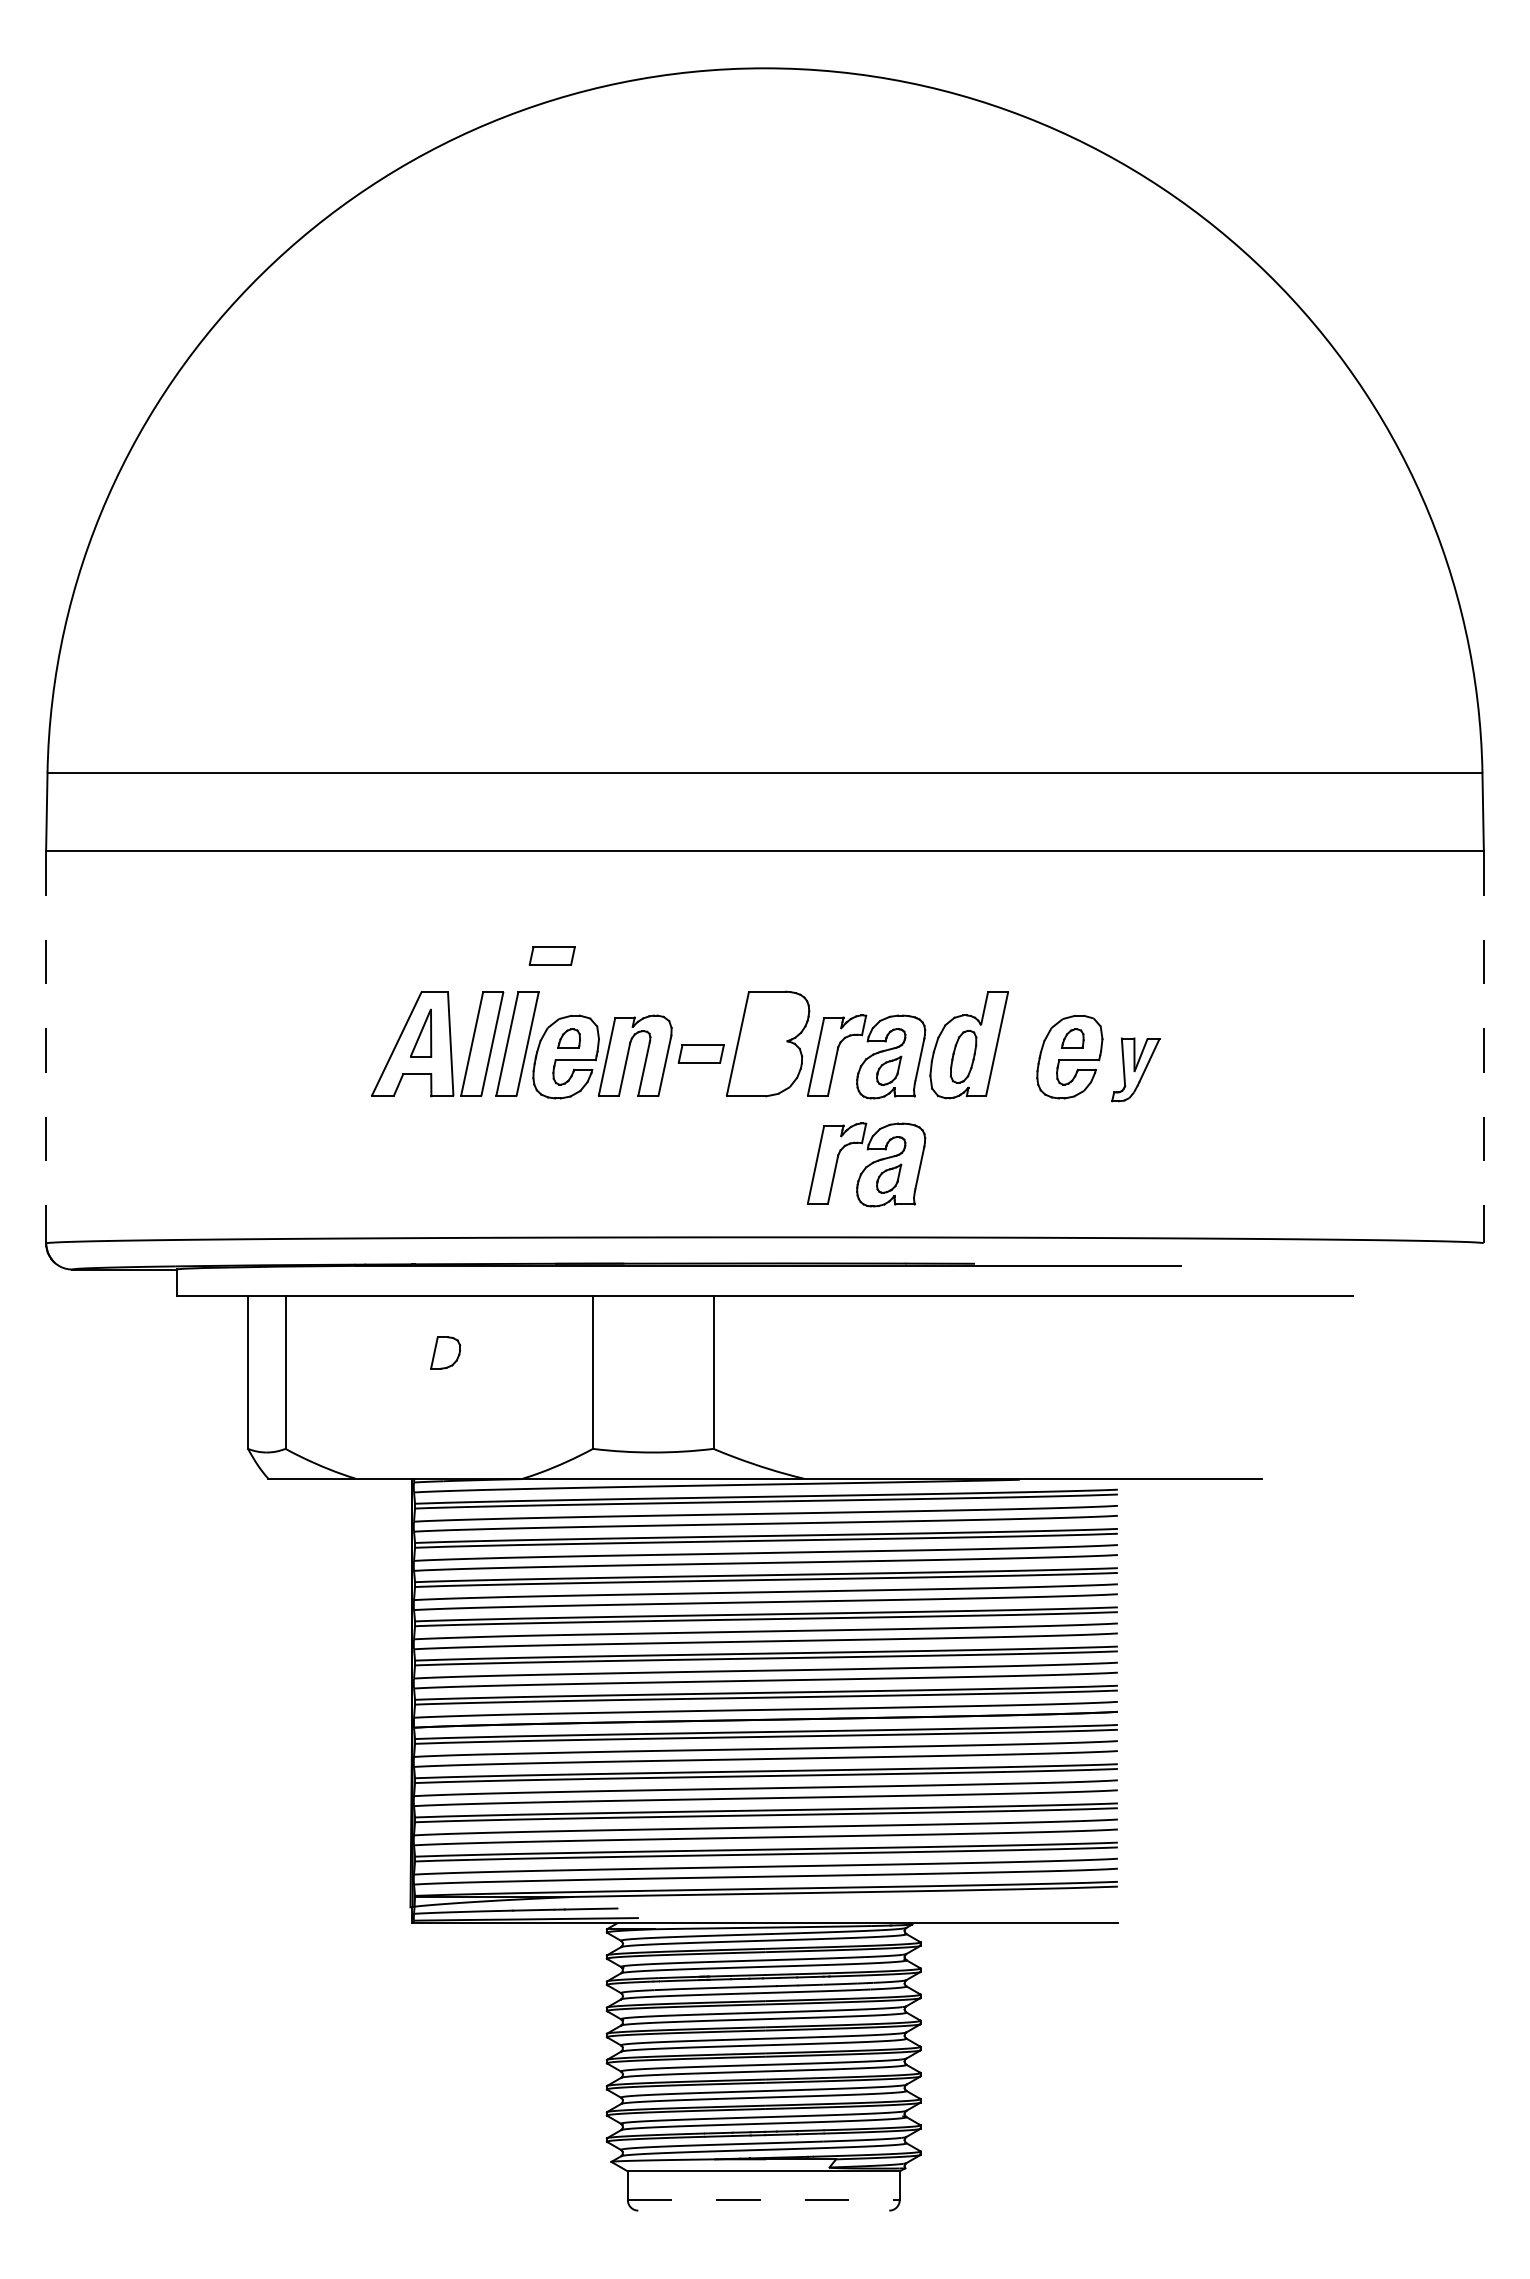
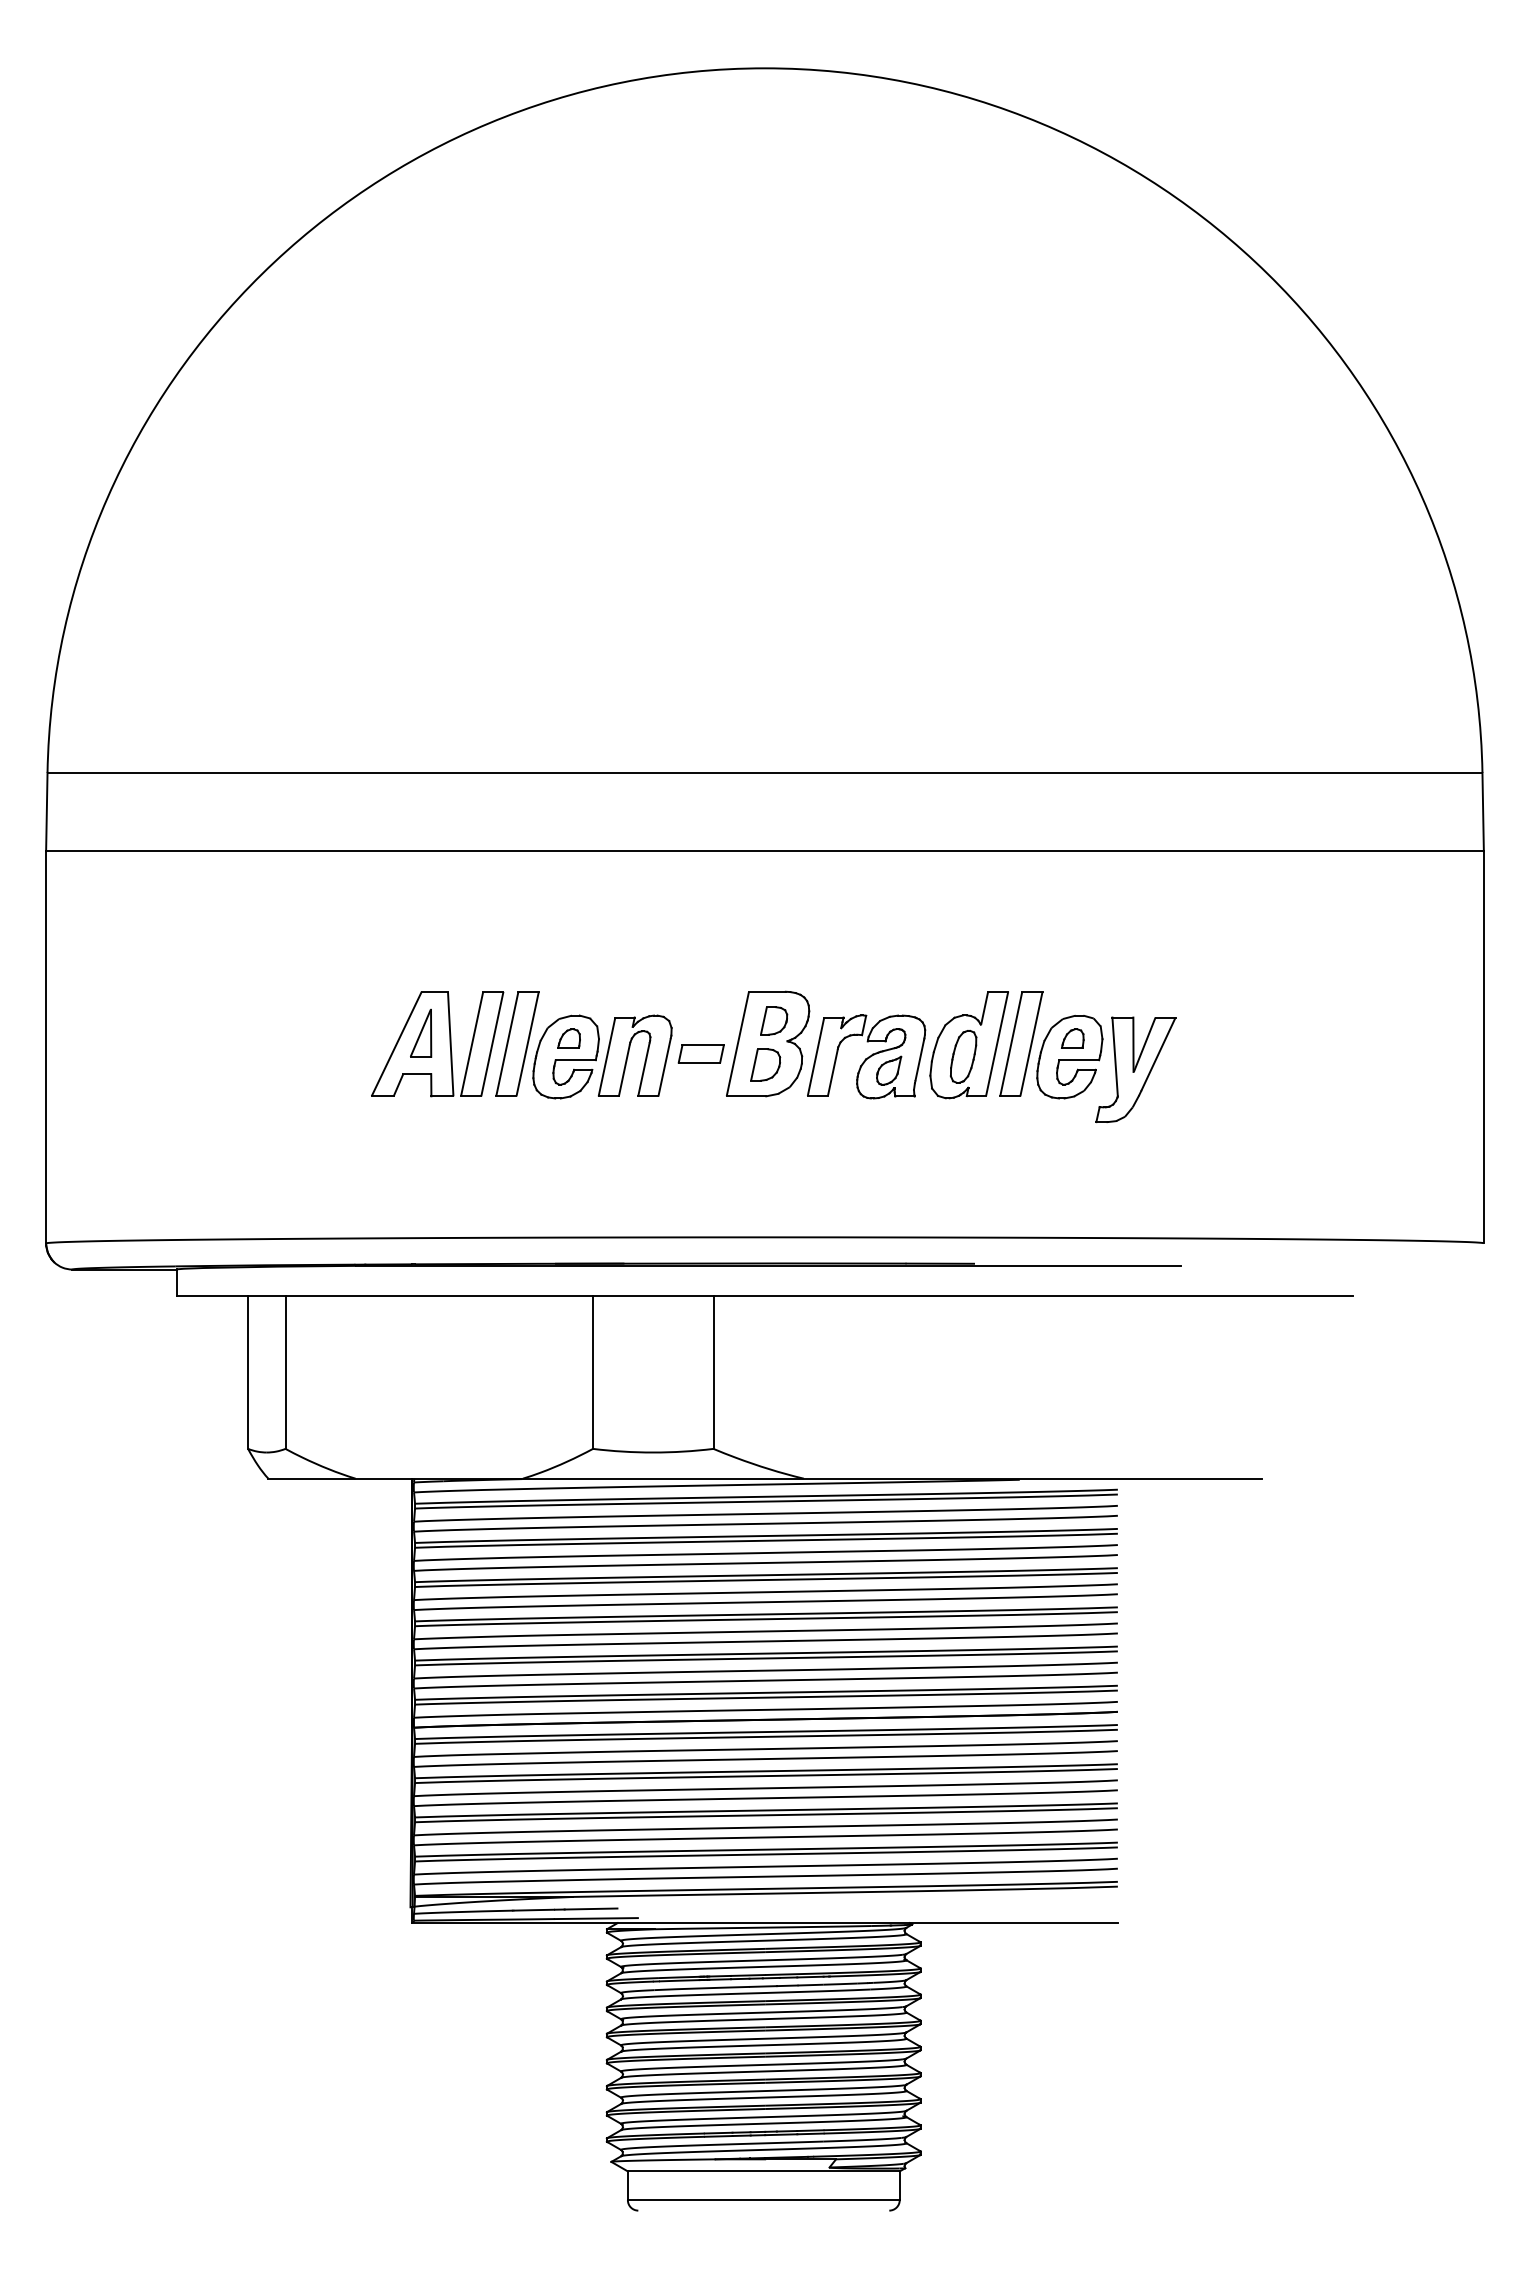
part at (551, 955): present -> none
part at (774, 1020): none -> present
part at (1021, 1043): none -> present
line at (46, 1047): dashed -> solid
line at (1483, 1047): dashed -> solid
part at (1135, 1069) size: 50x66 px -> 82x108 px
part at (866, 1164): present -> none
part at (445, 1352) position: (445, 1352) -> (765, 1064)
line at (763, 2200): dashed -> solid
